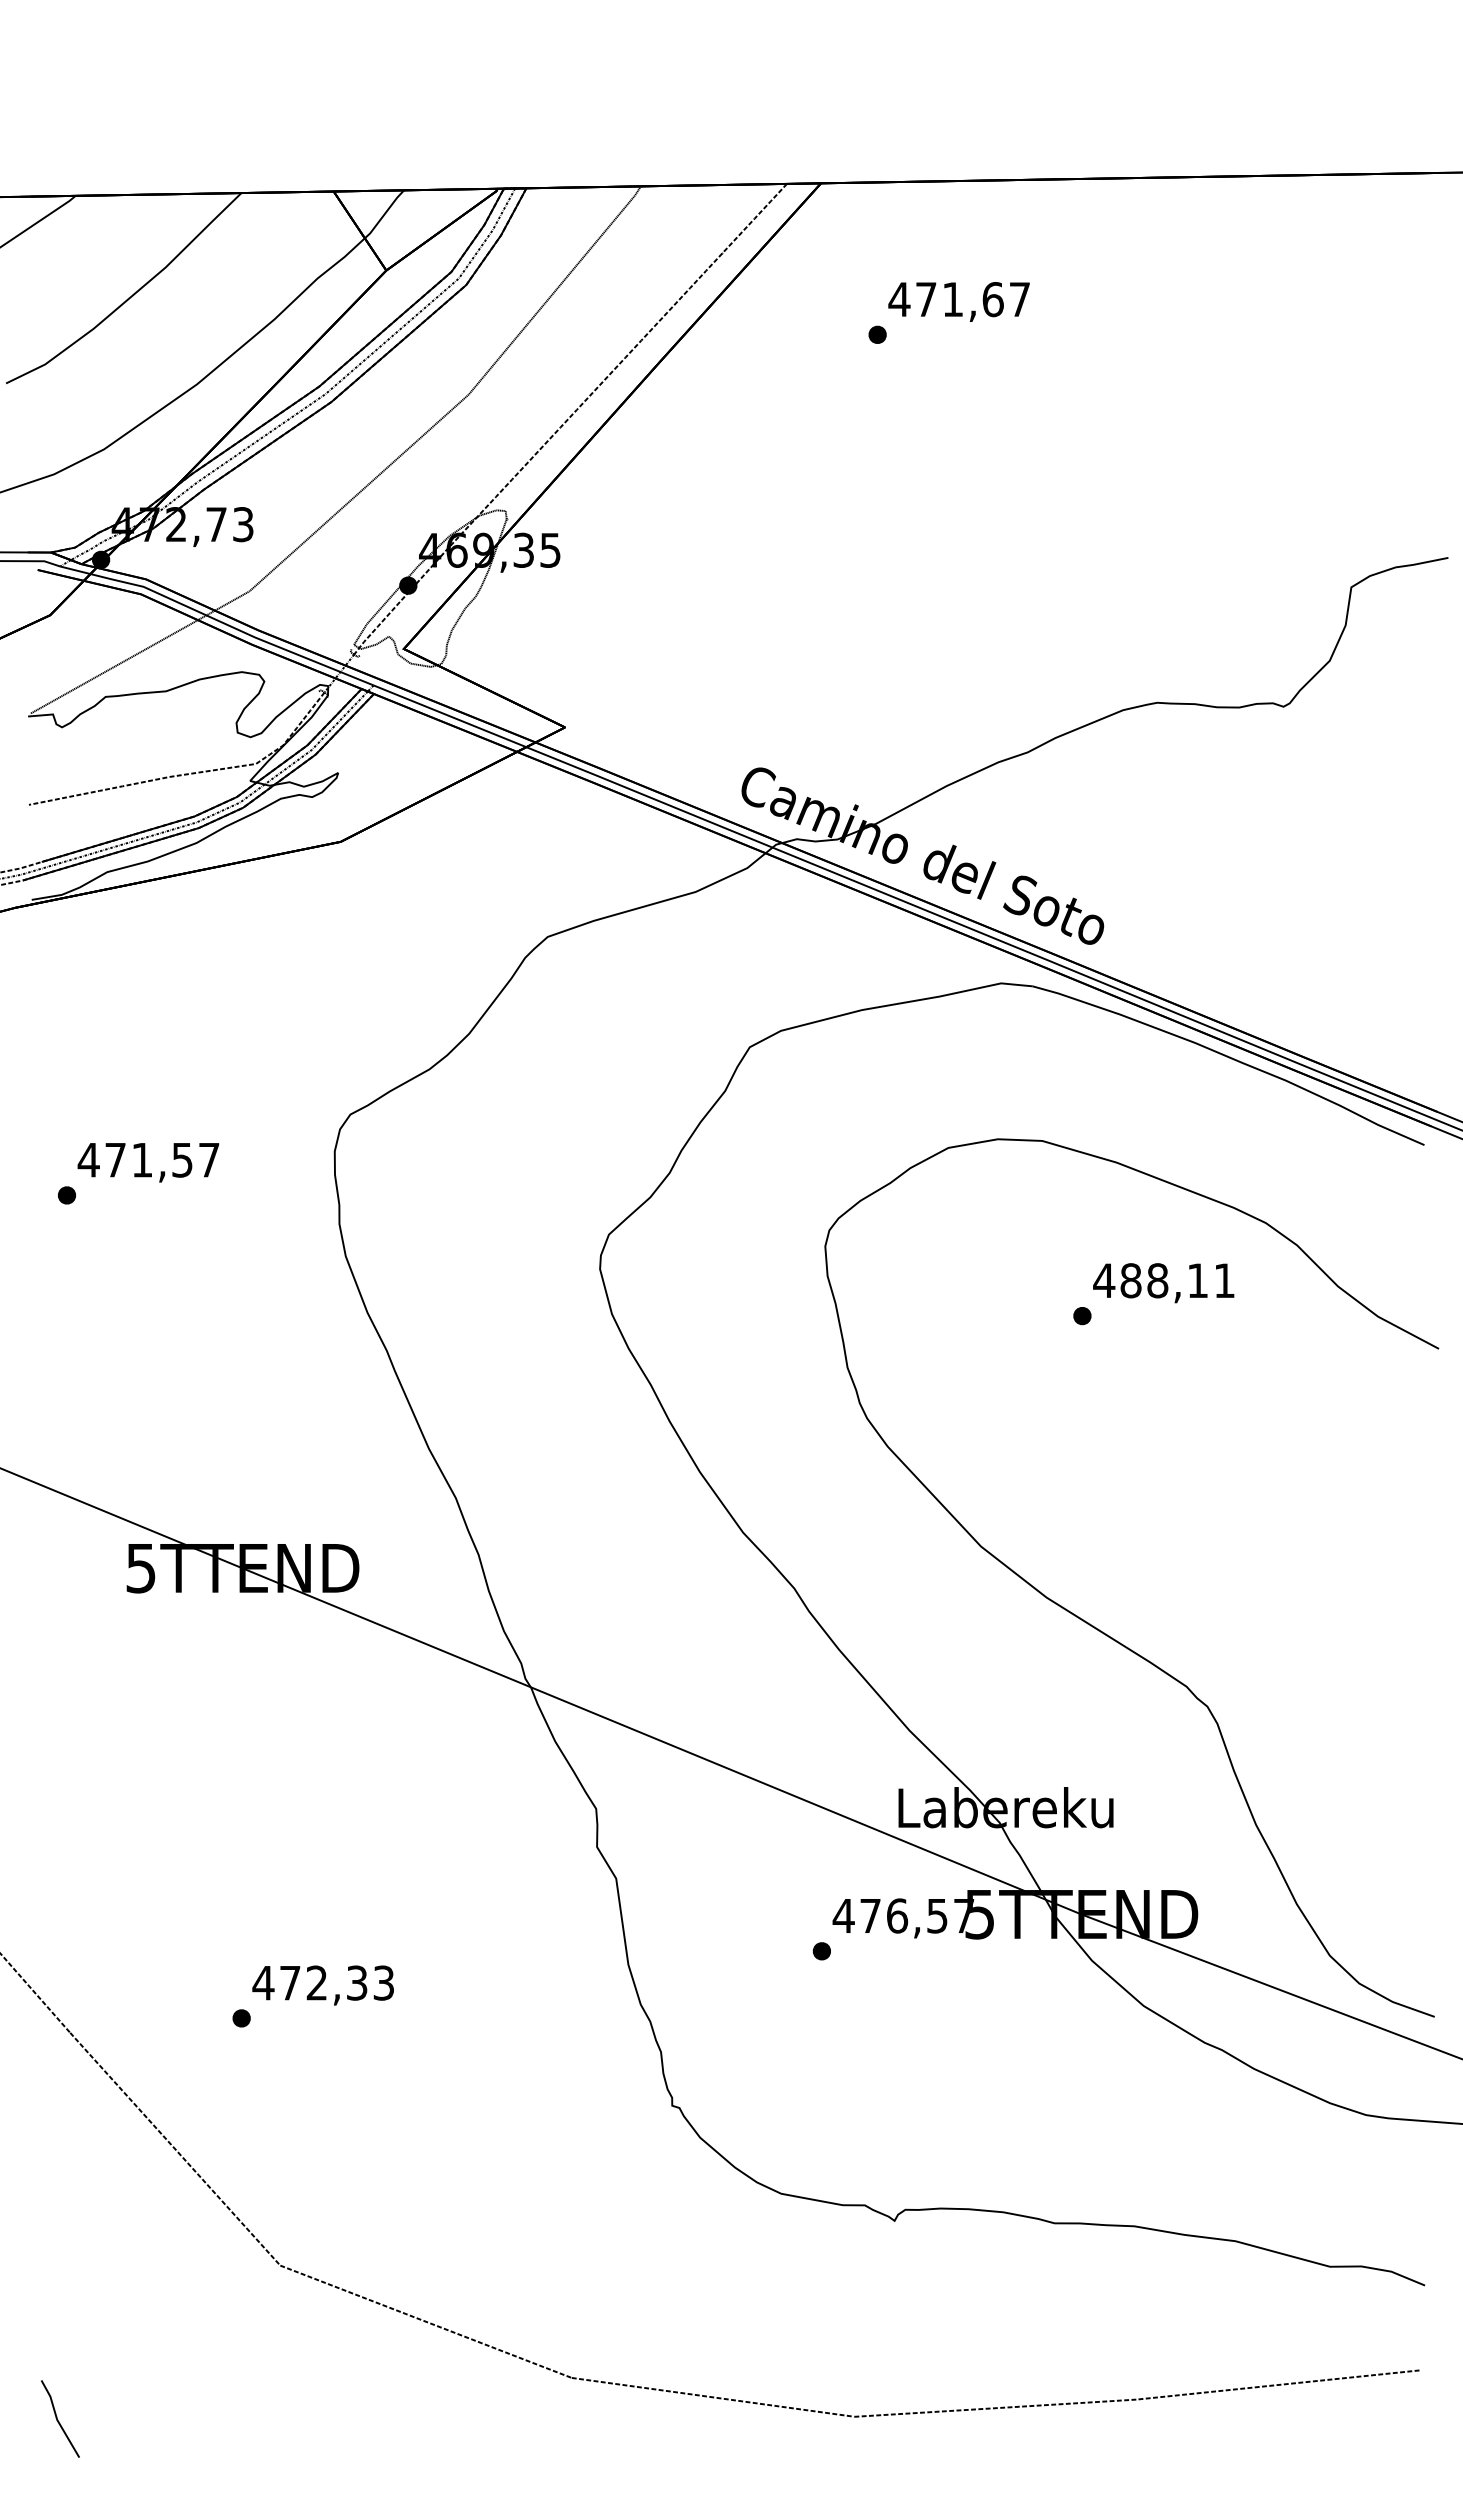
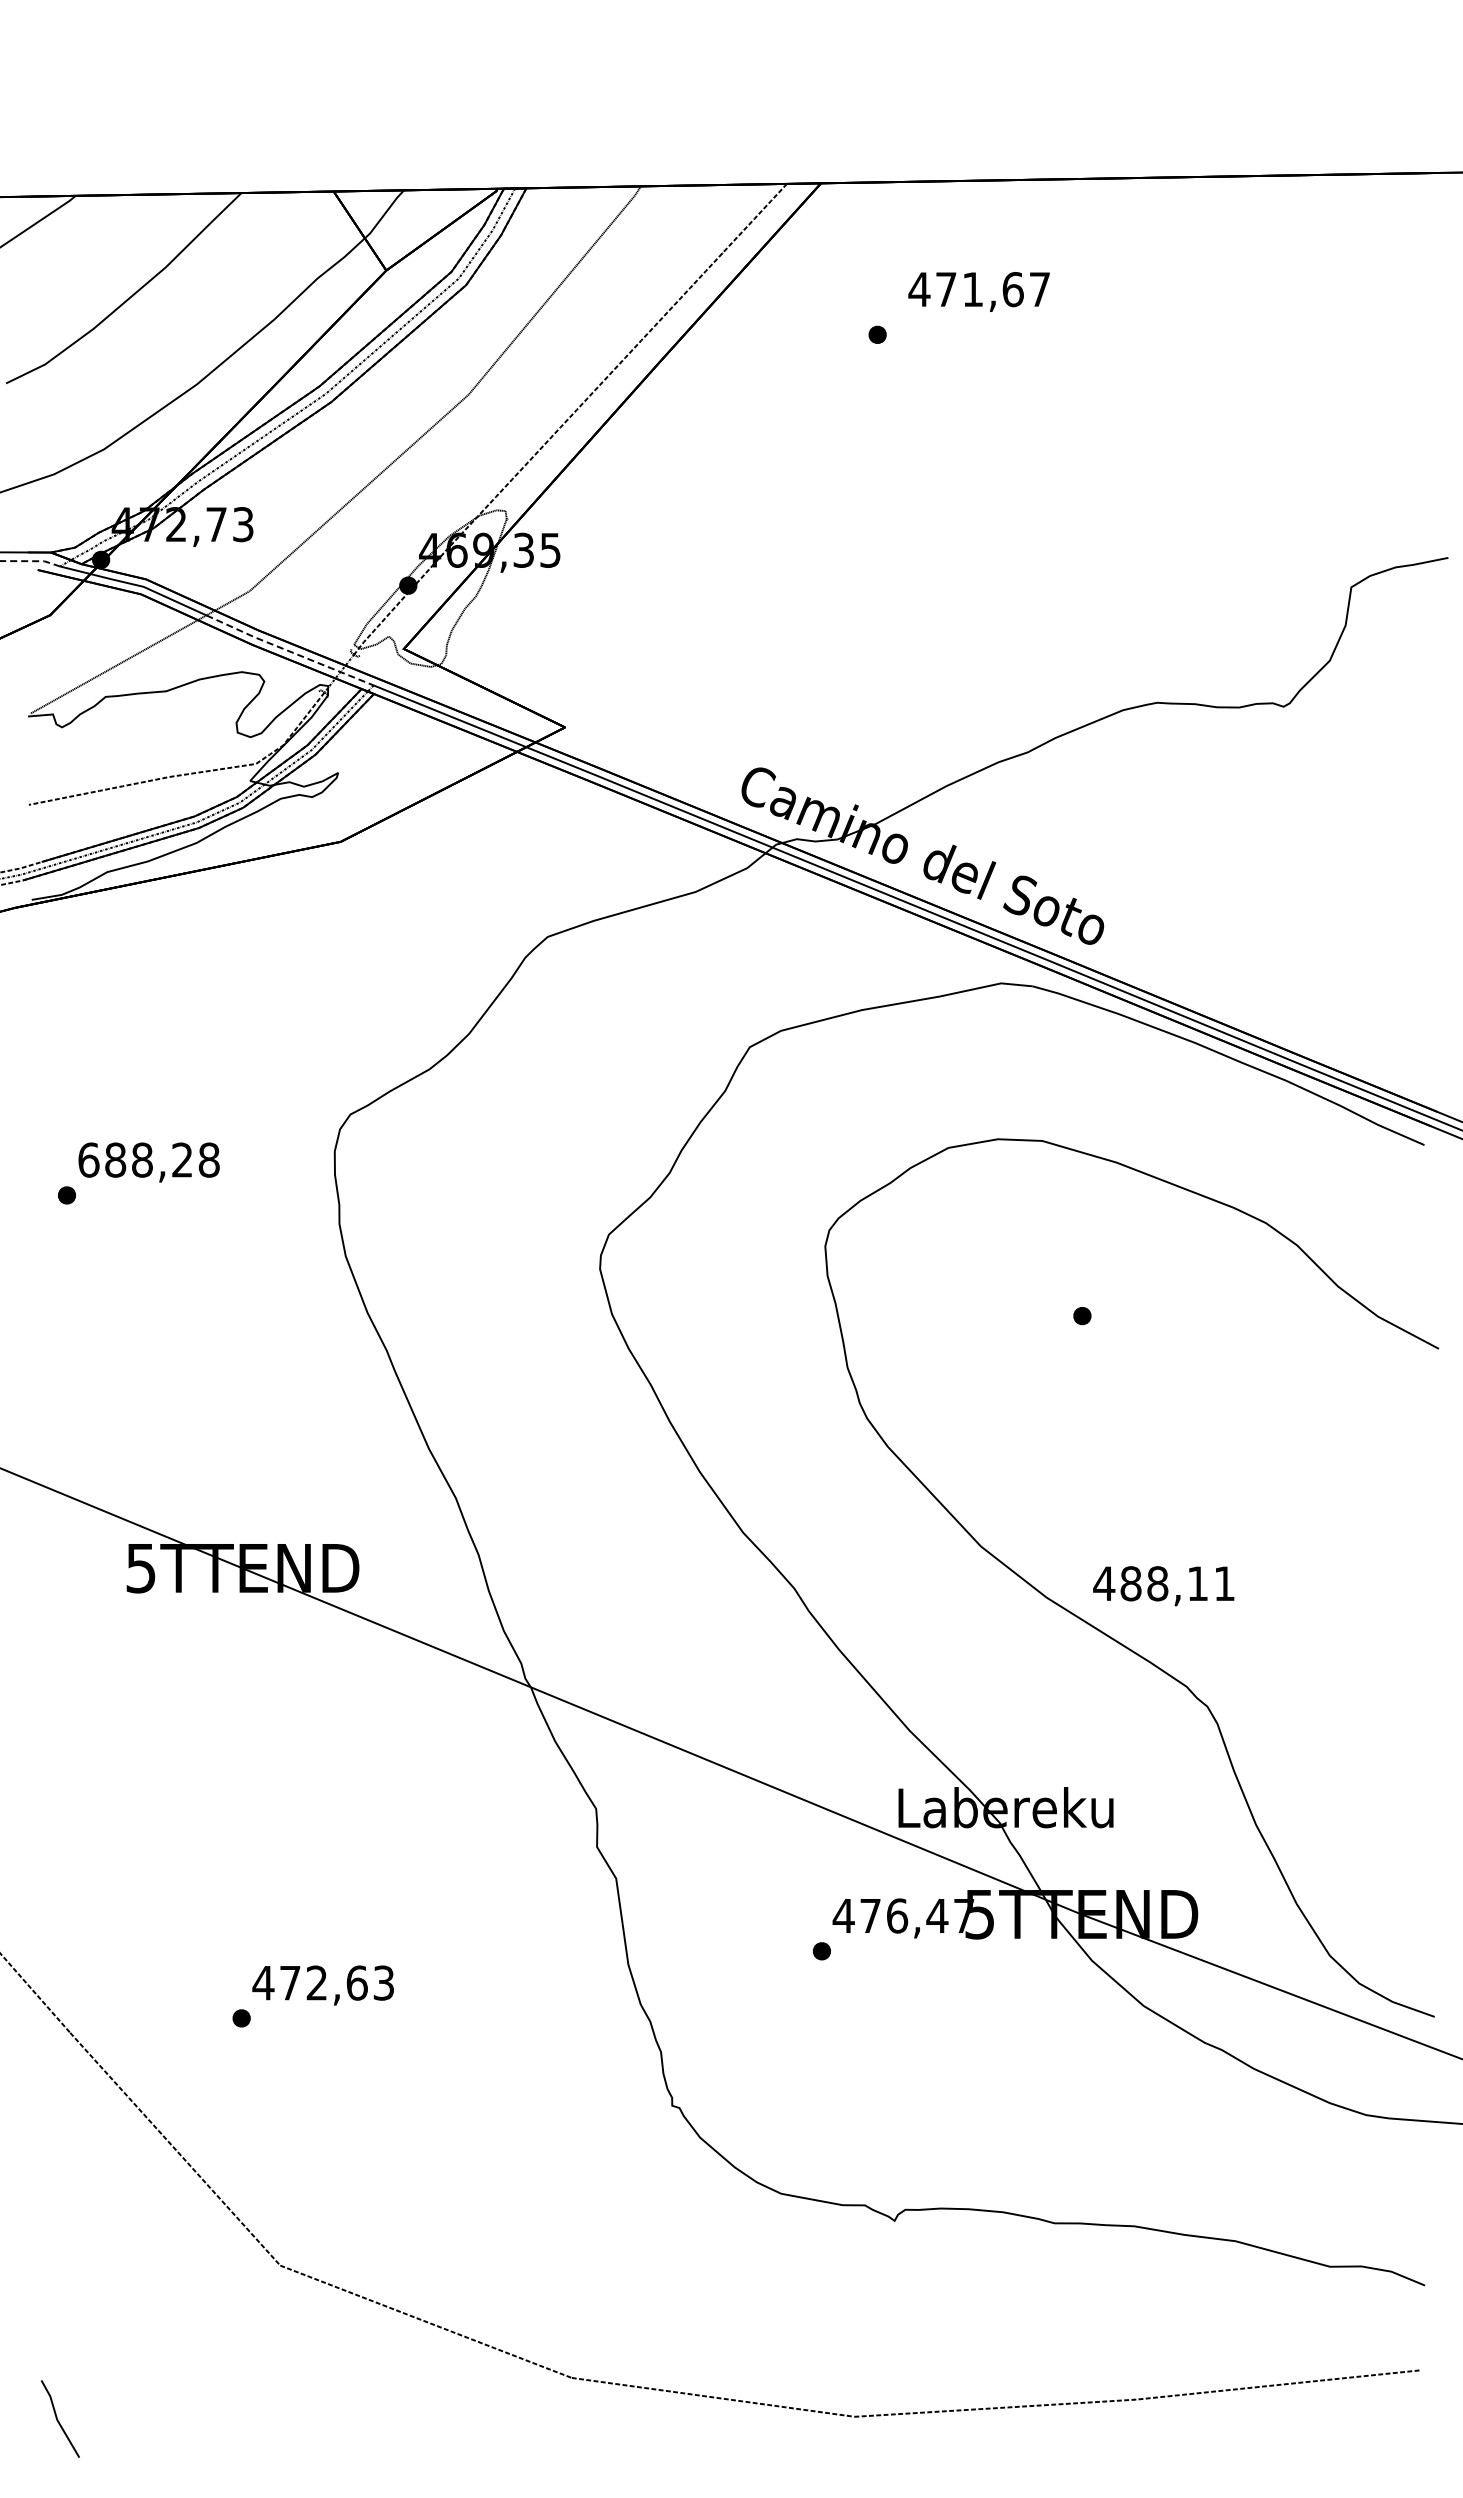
text at (958, 301) position: (958, 301) -> (978, 291)
line at (31, 561): solid -> dashed
line at (290, 651): solid -> dashed
text at (148, 1159): 471,57 -> 688,28
text at (1163, 1283) position: (1163, 1283) -> (1163, 1586)
text at (937, 1916): 476,57 -> 476,47
text at (356, 1982): 472,33 -> 472,63
